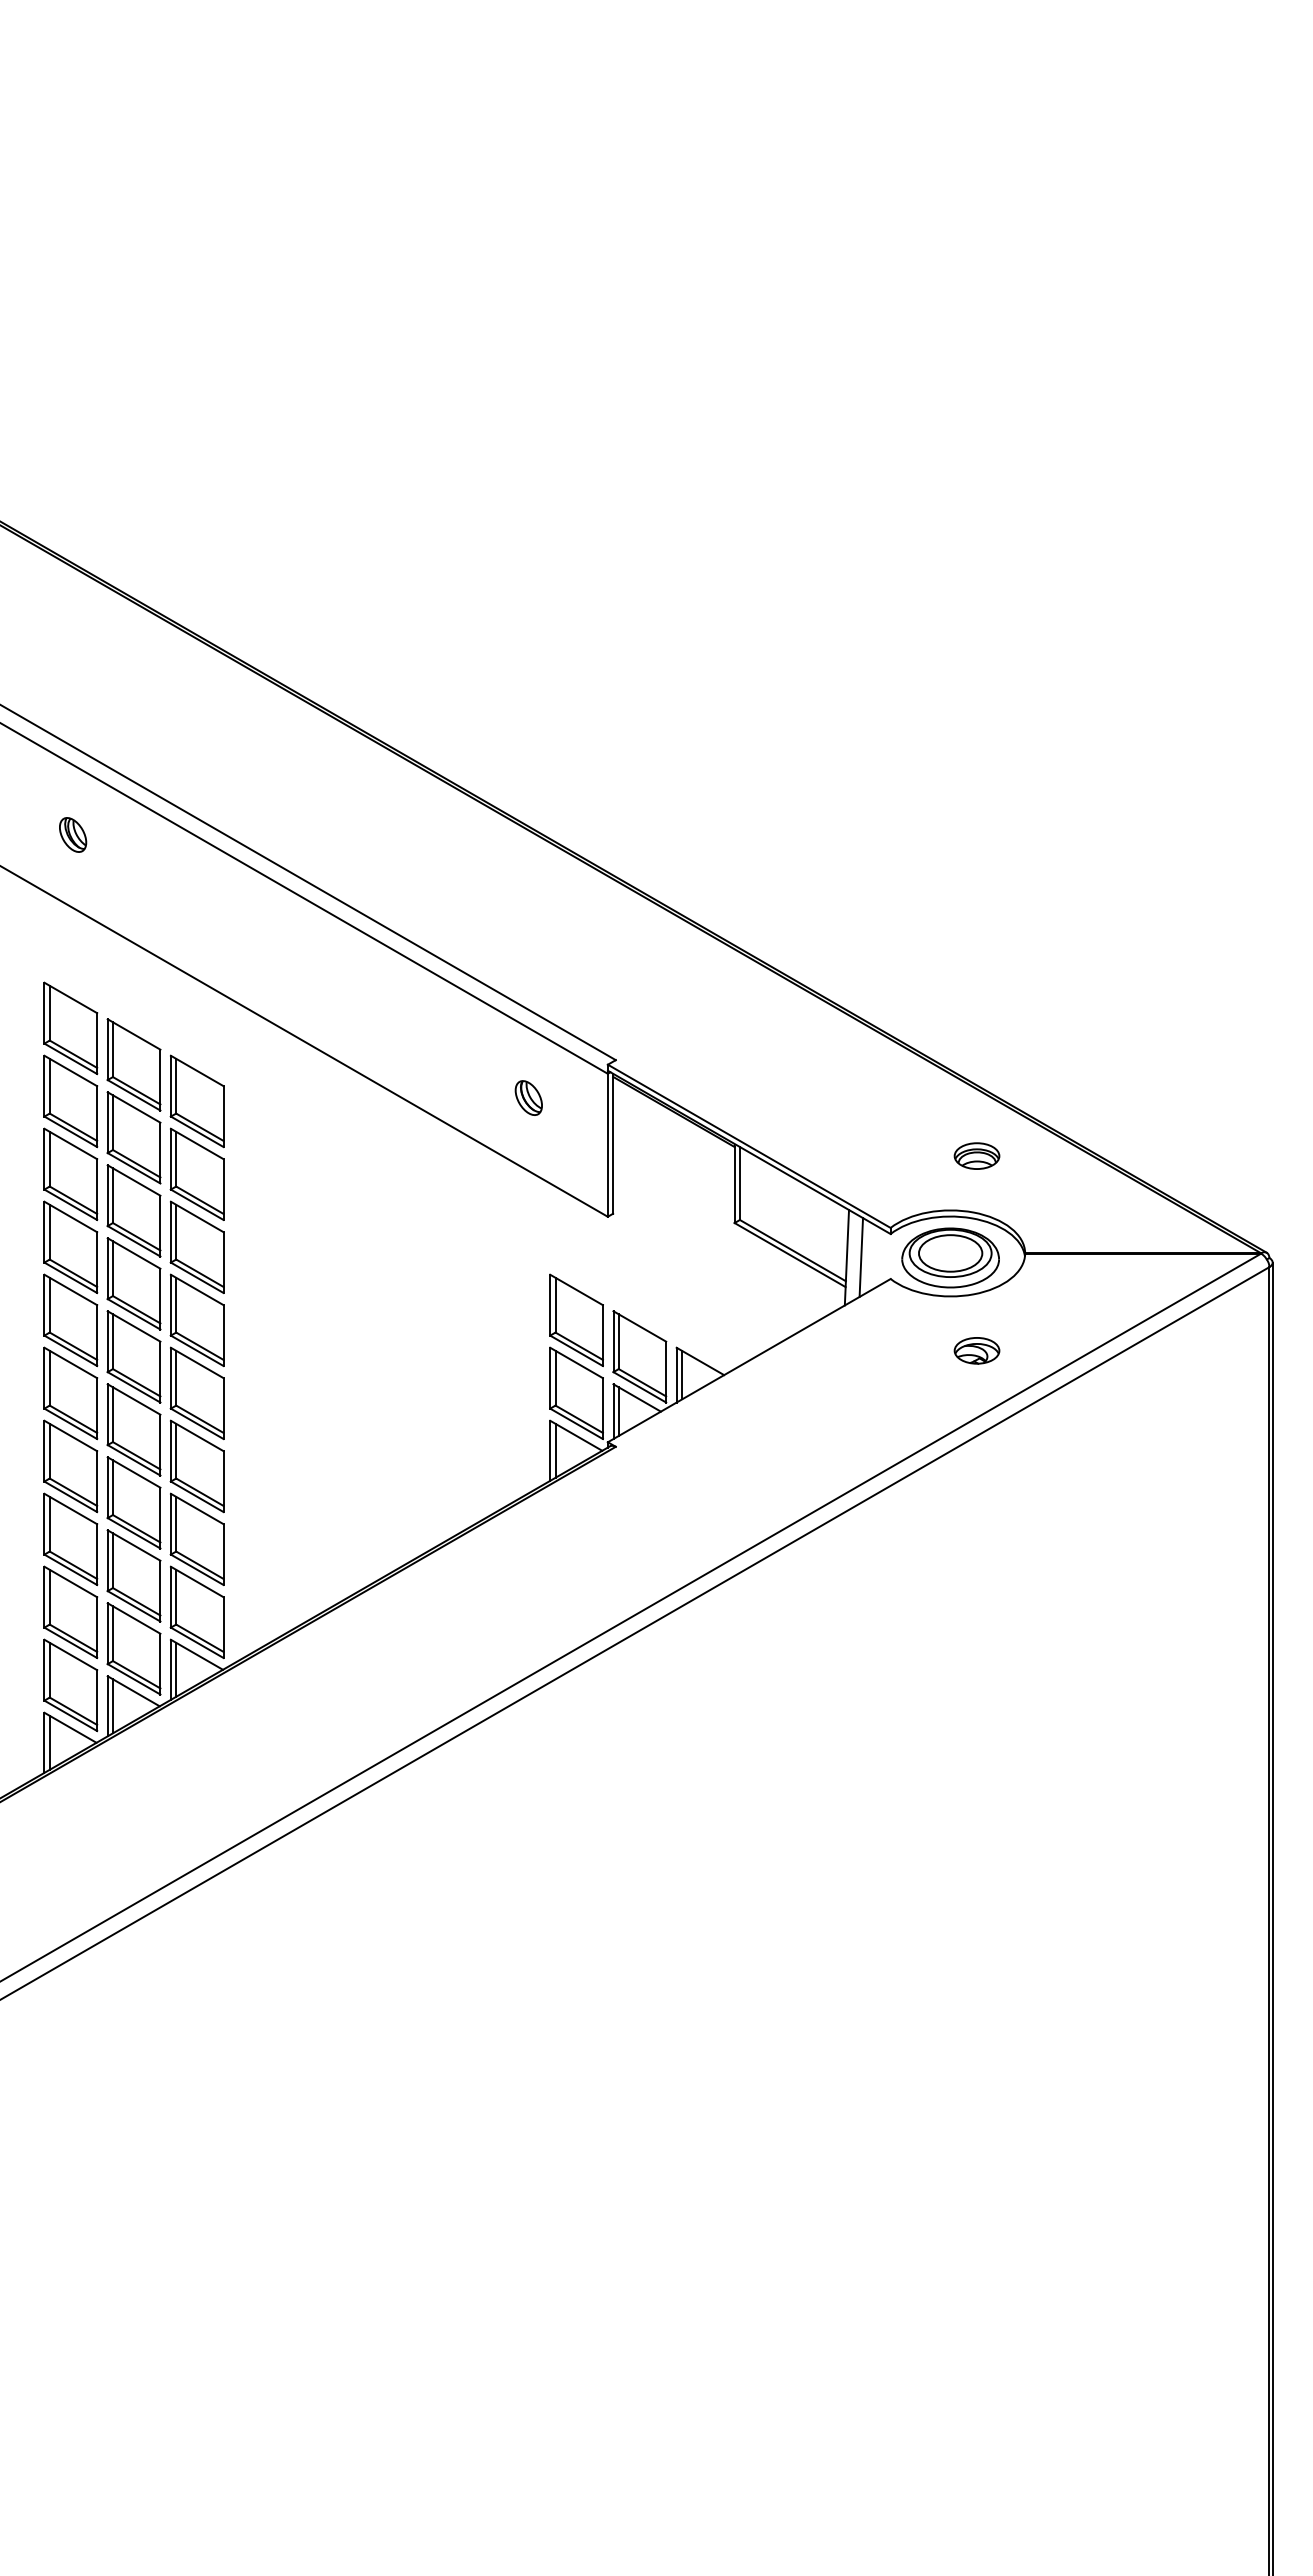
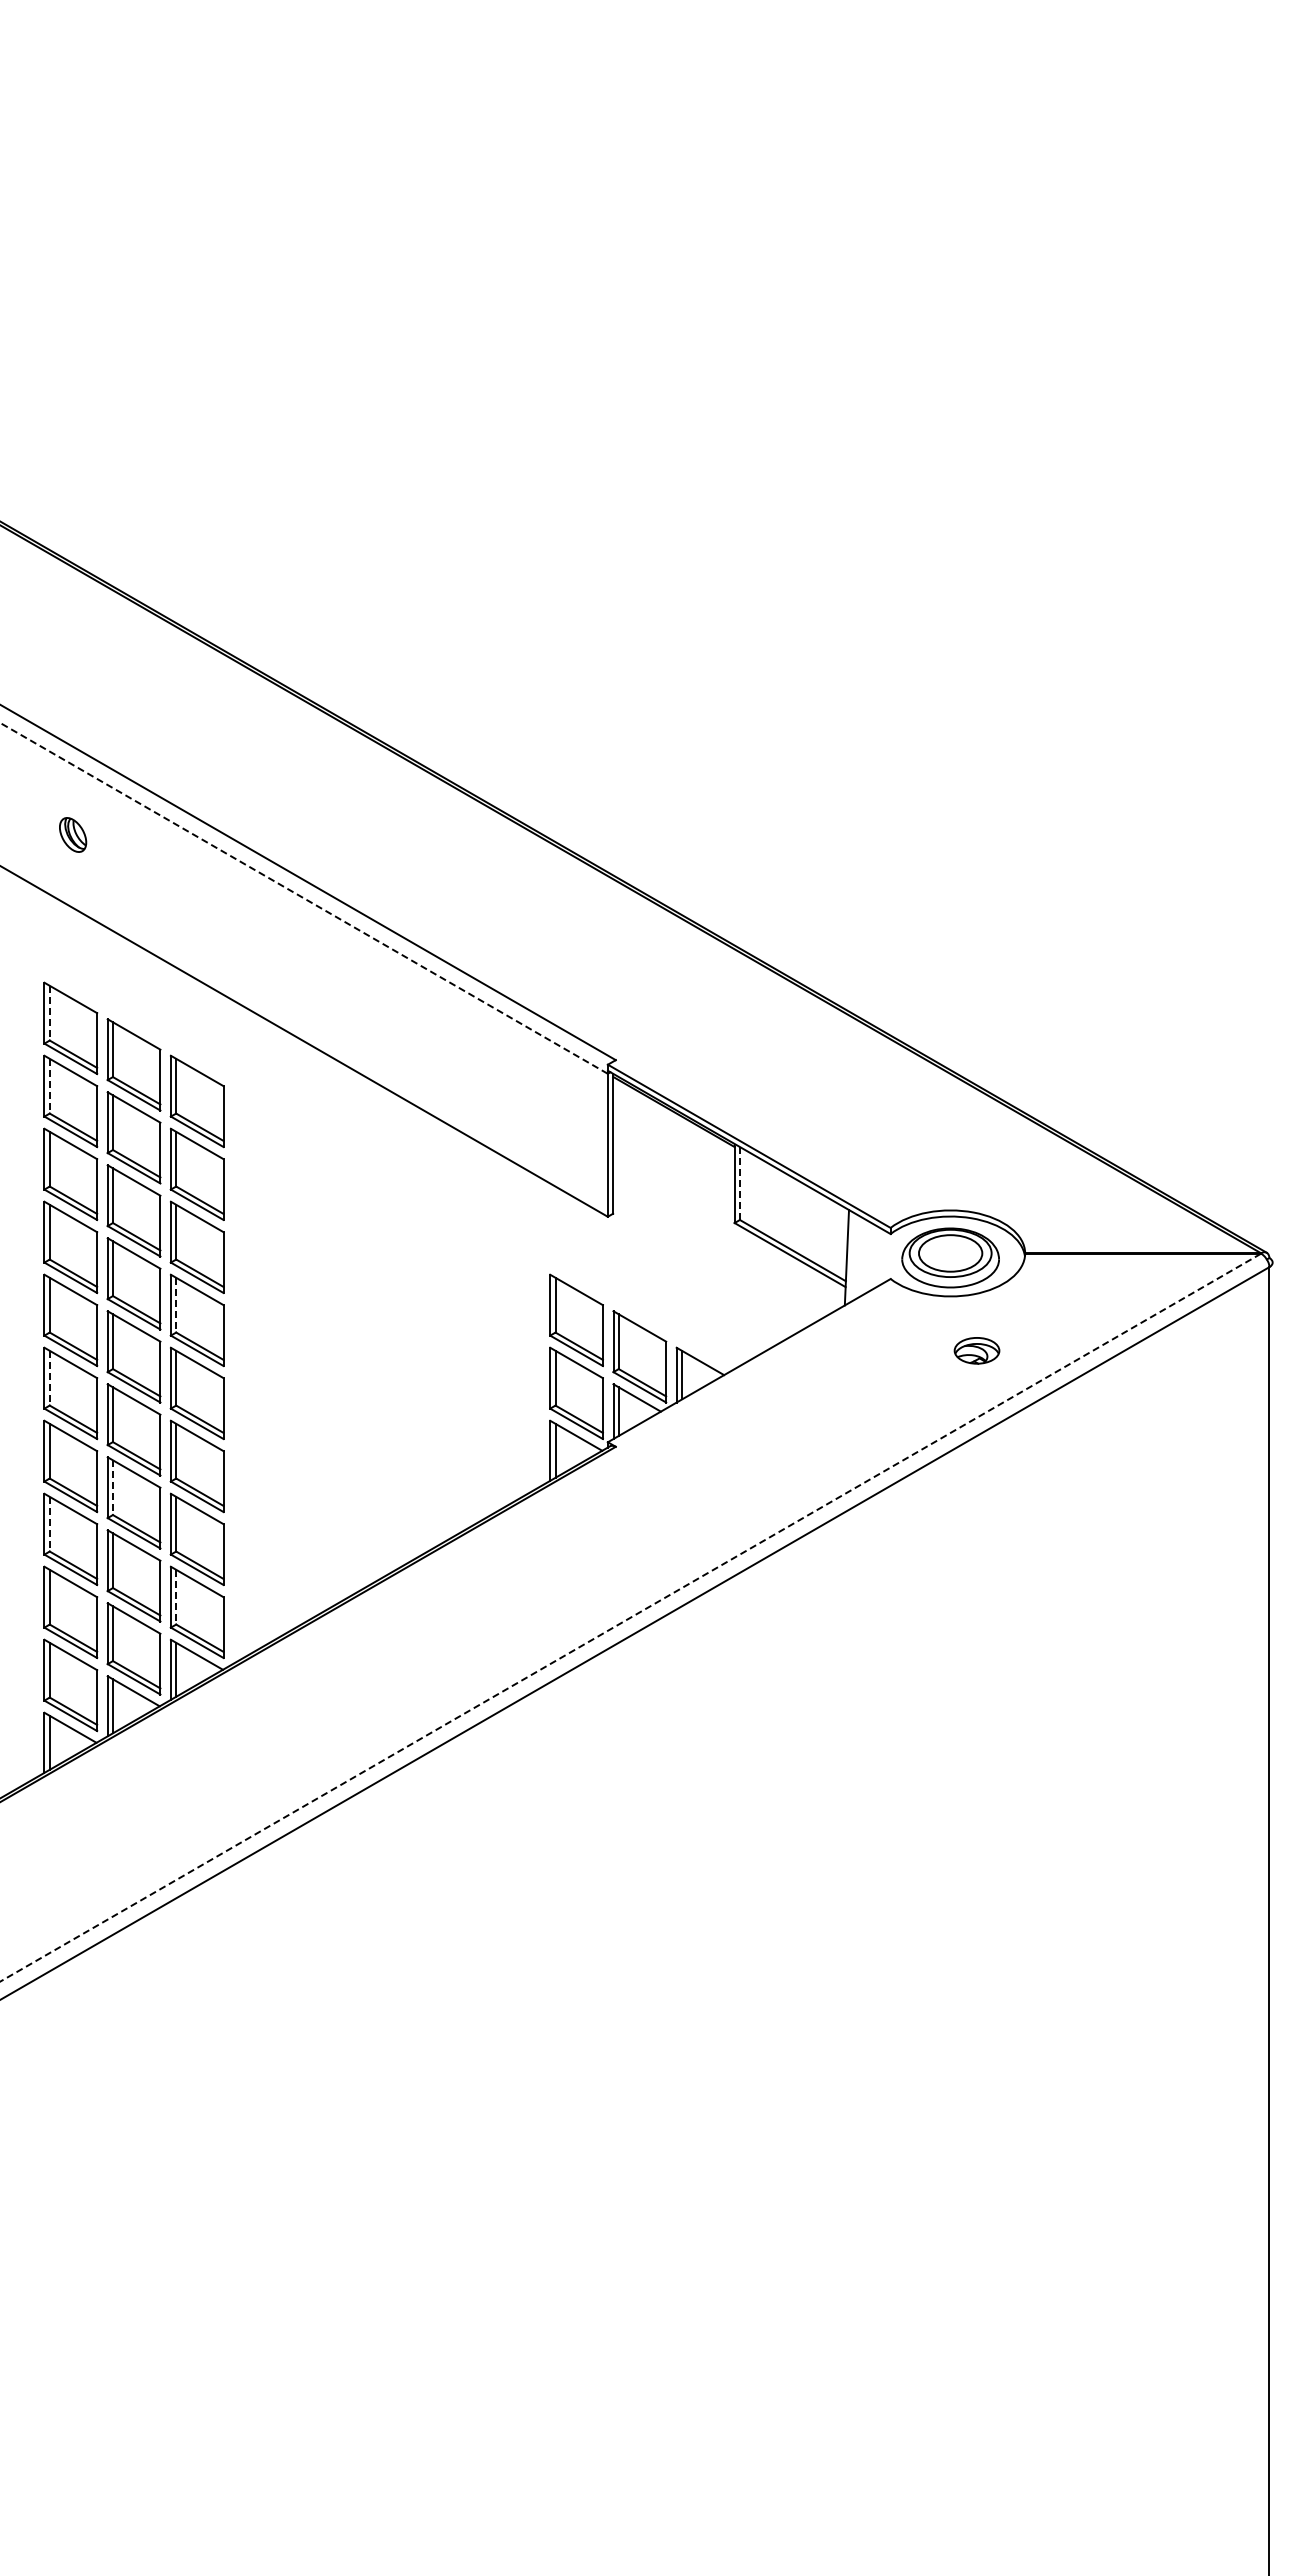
line at (304, 898): solid -> dashed
line at (49, 1013): solid -> dashed
line at (49, 1086): solid -> dashed
part at (528, 1097): present -> none
part at (976, 1155): present -> none
line at (739, 1184): solid -> dashed
line at (861, 1257): present -> none
line at (176, 1305): solid -> dashed
line at (49, 1378): solid -> dashed
line at (112, 1488): solid -> dashed
line at (49, 1524): solid -> dashed
line at (176, 1597): solid -> dashed
line at (630, 1617): solid -> dashed
line at (1272, 1917): present -> none
